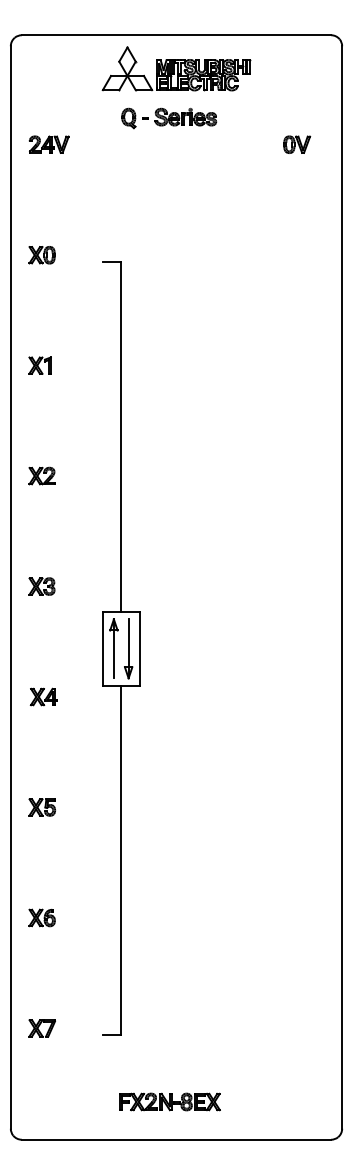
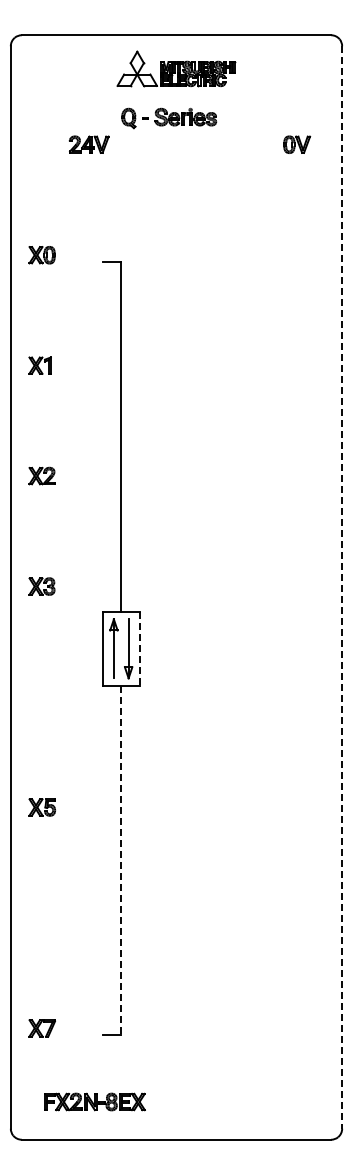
part at (176, 68) size: 151x46 px -> 121x38 px
part at (48, 144) position: (48, 144) -> (88, 144)
line at (342, 587): solid -> dashed
line at (139, 648): solid -> dashed
part at (43, 696): present -> none
line at (121, 860): solid -> dashed
part at (41, 917): present -> none
part at (169, 1101) position: (169, 1101) -> (94, 1101)
